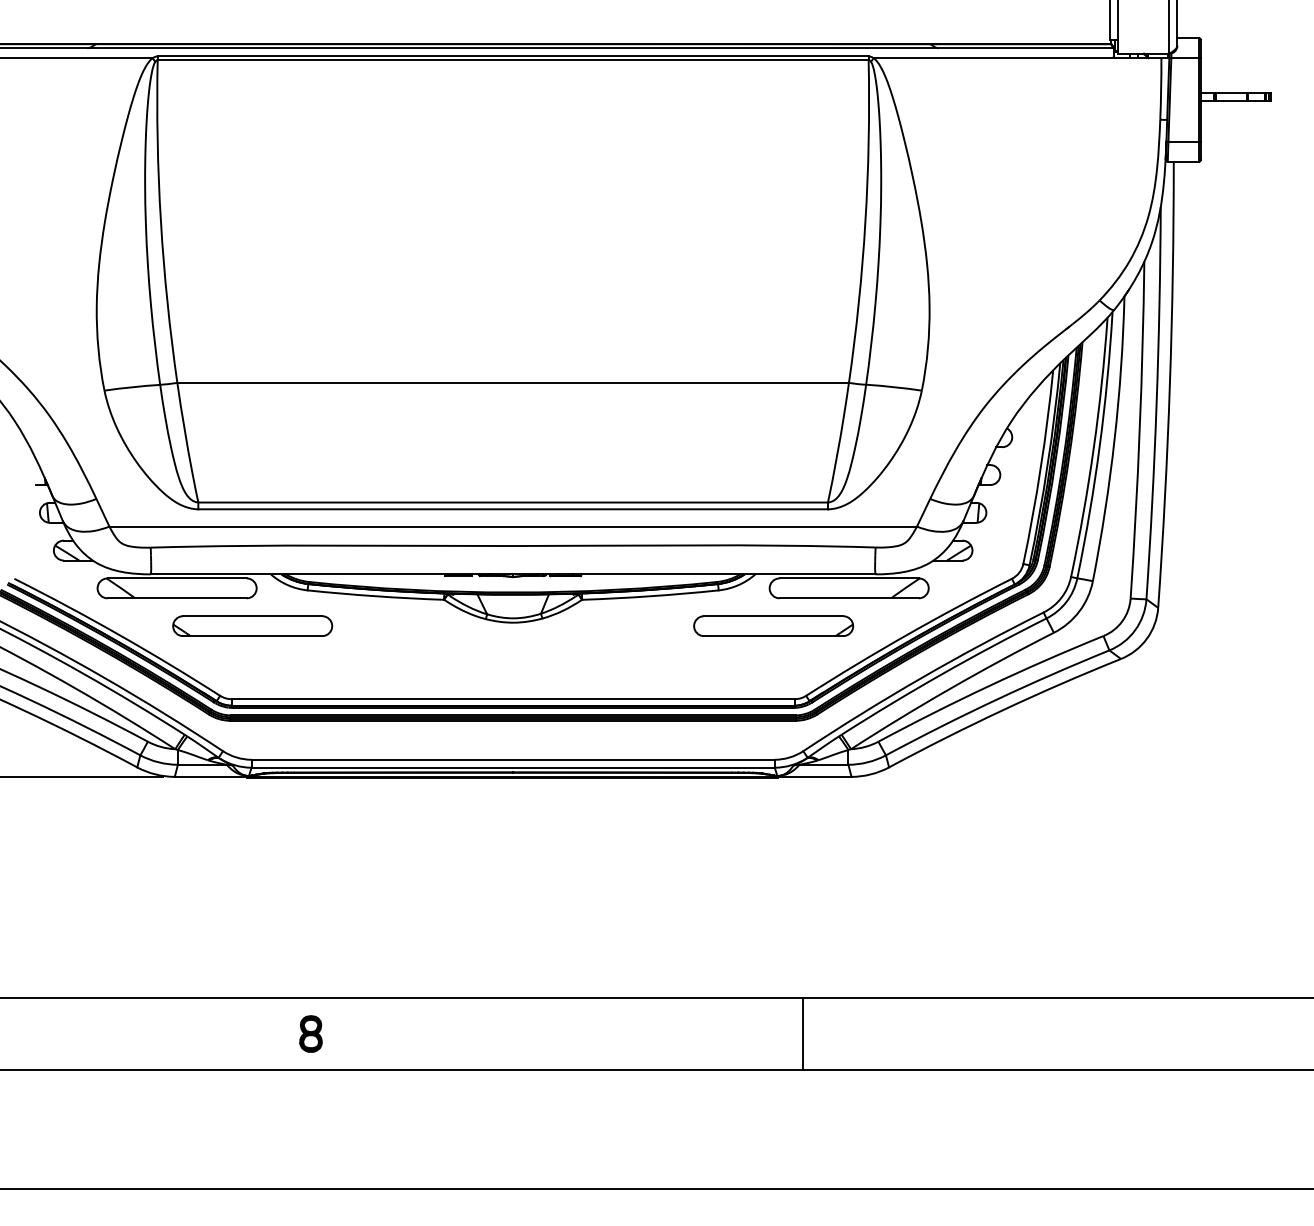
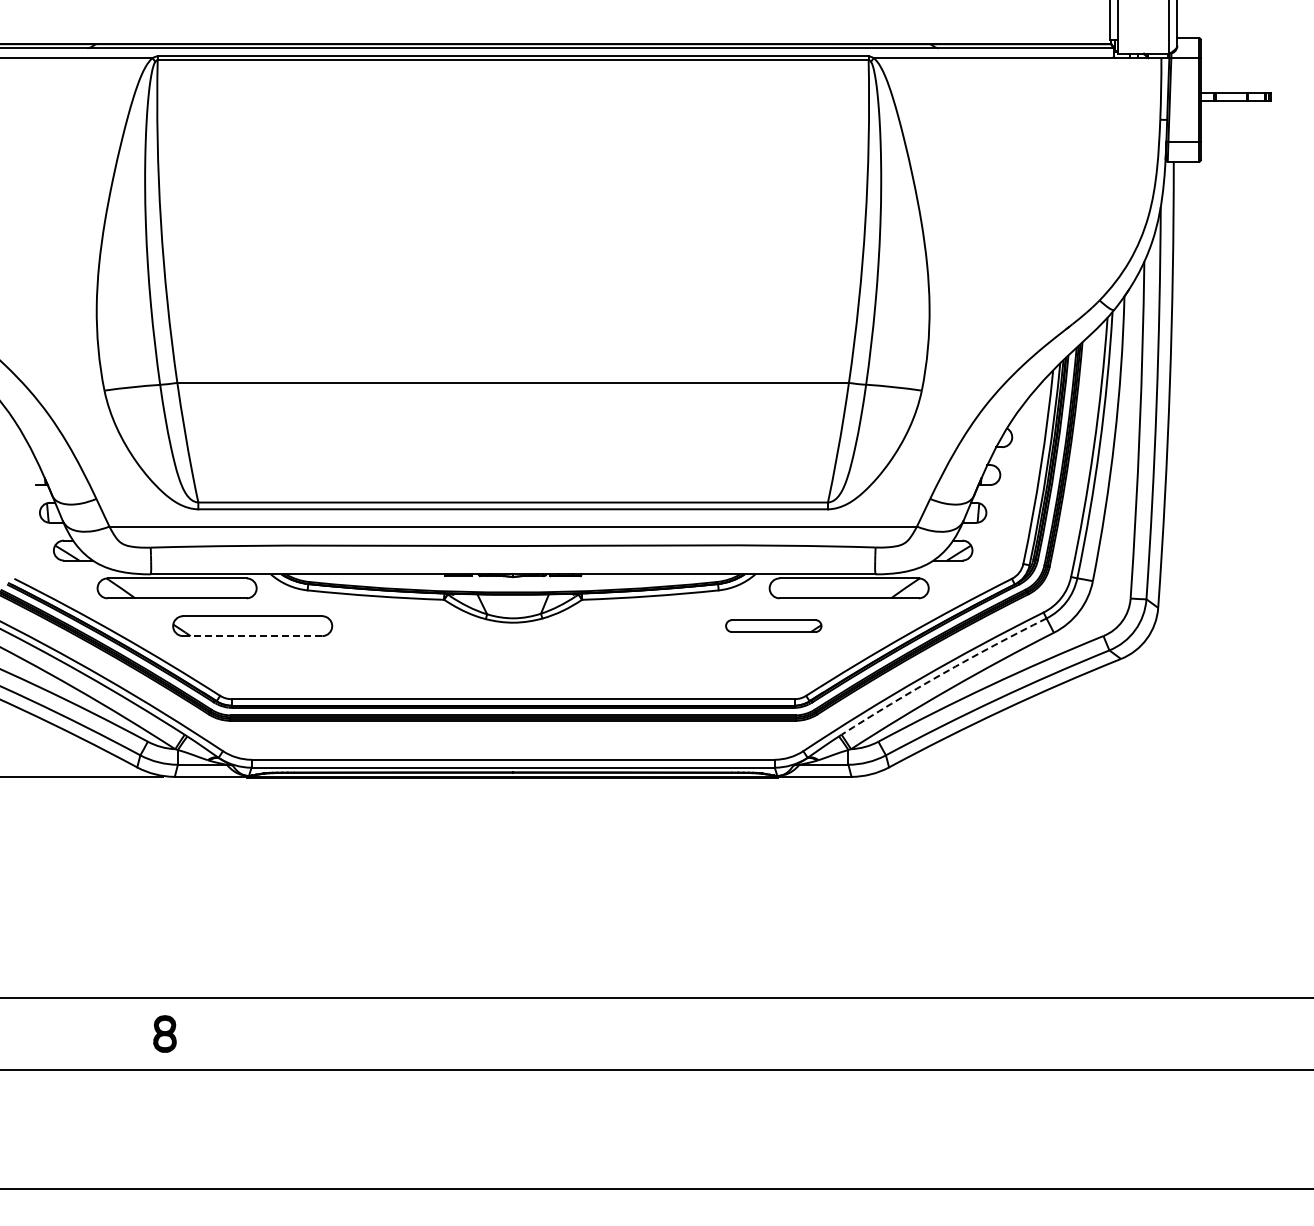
part at (773, 625) size: 162x22 px -> 98x14 px
line at (252, 636): solid -> dashed
arc at (942, 673): solid -> dashed
part at (310, 1033) position: (310, 1033) -> (164, 1033)
line at (802, 1033): present -> none
